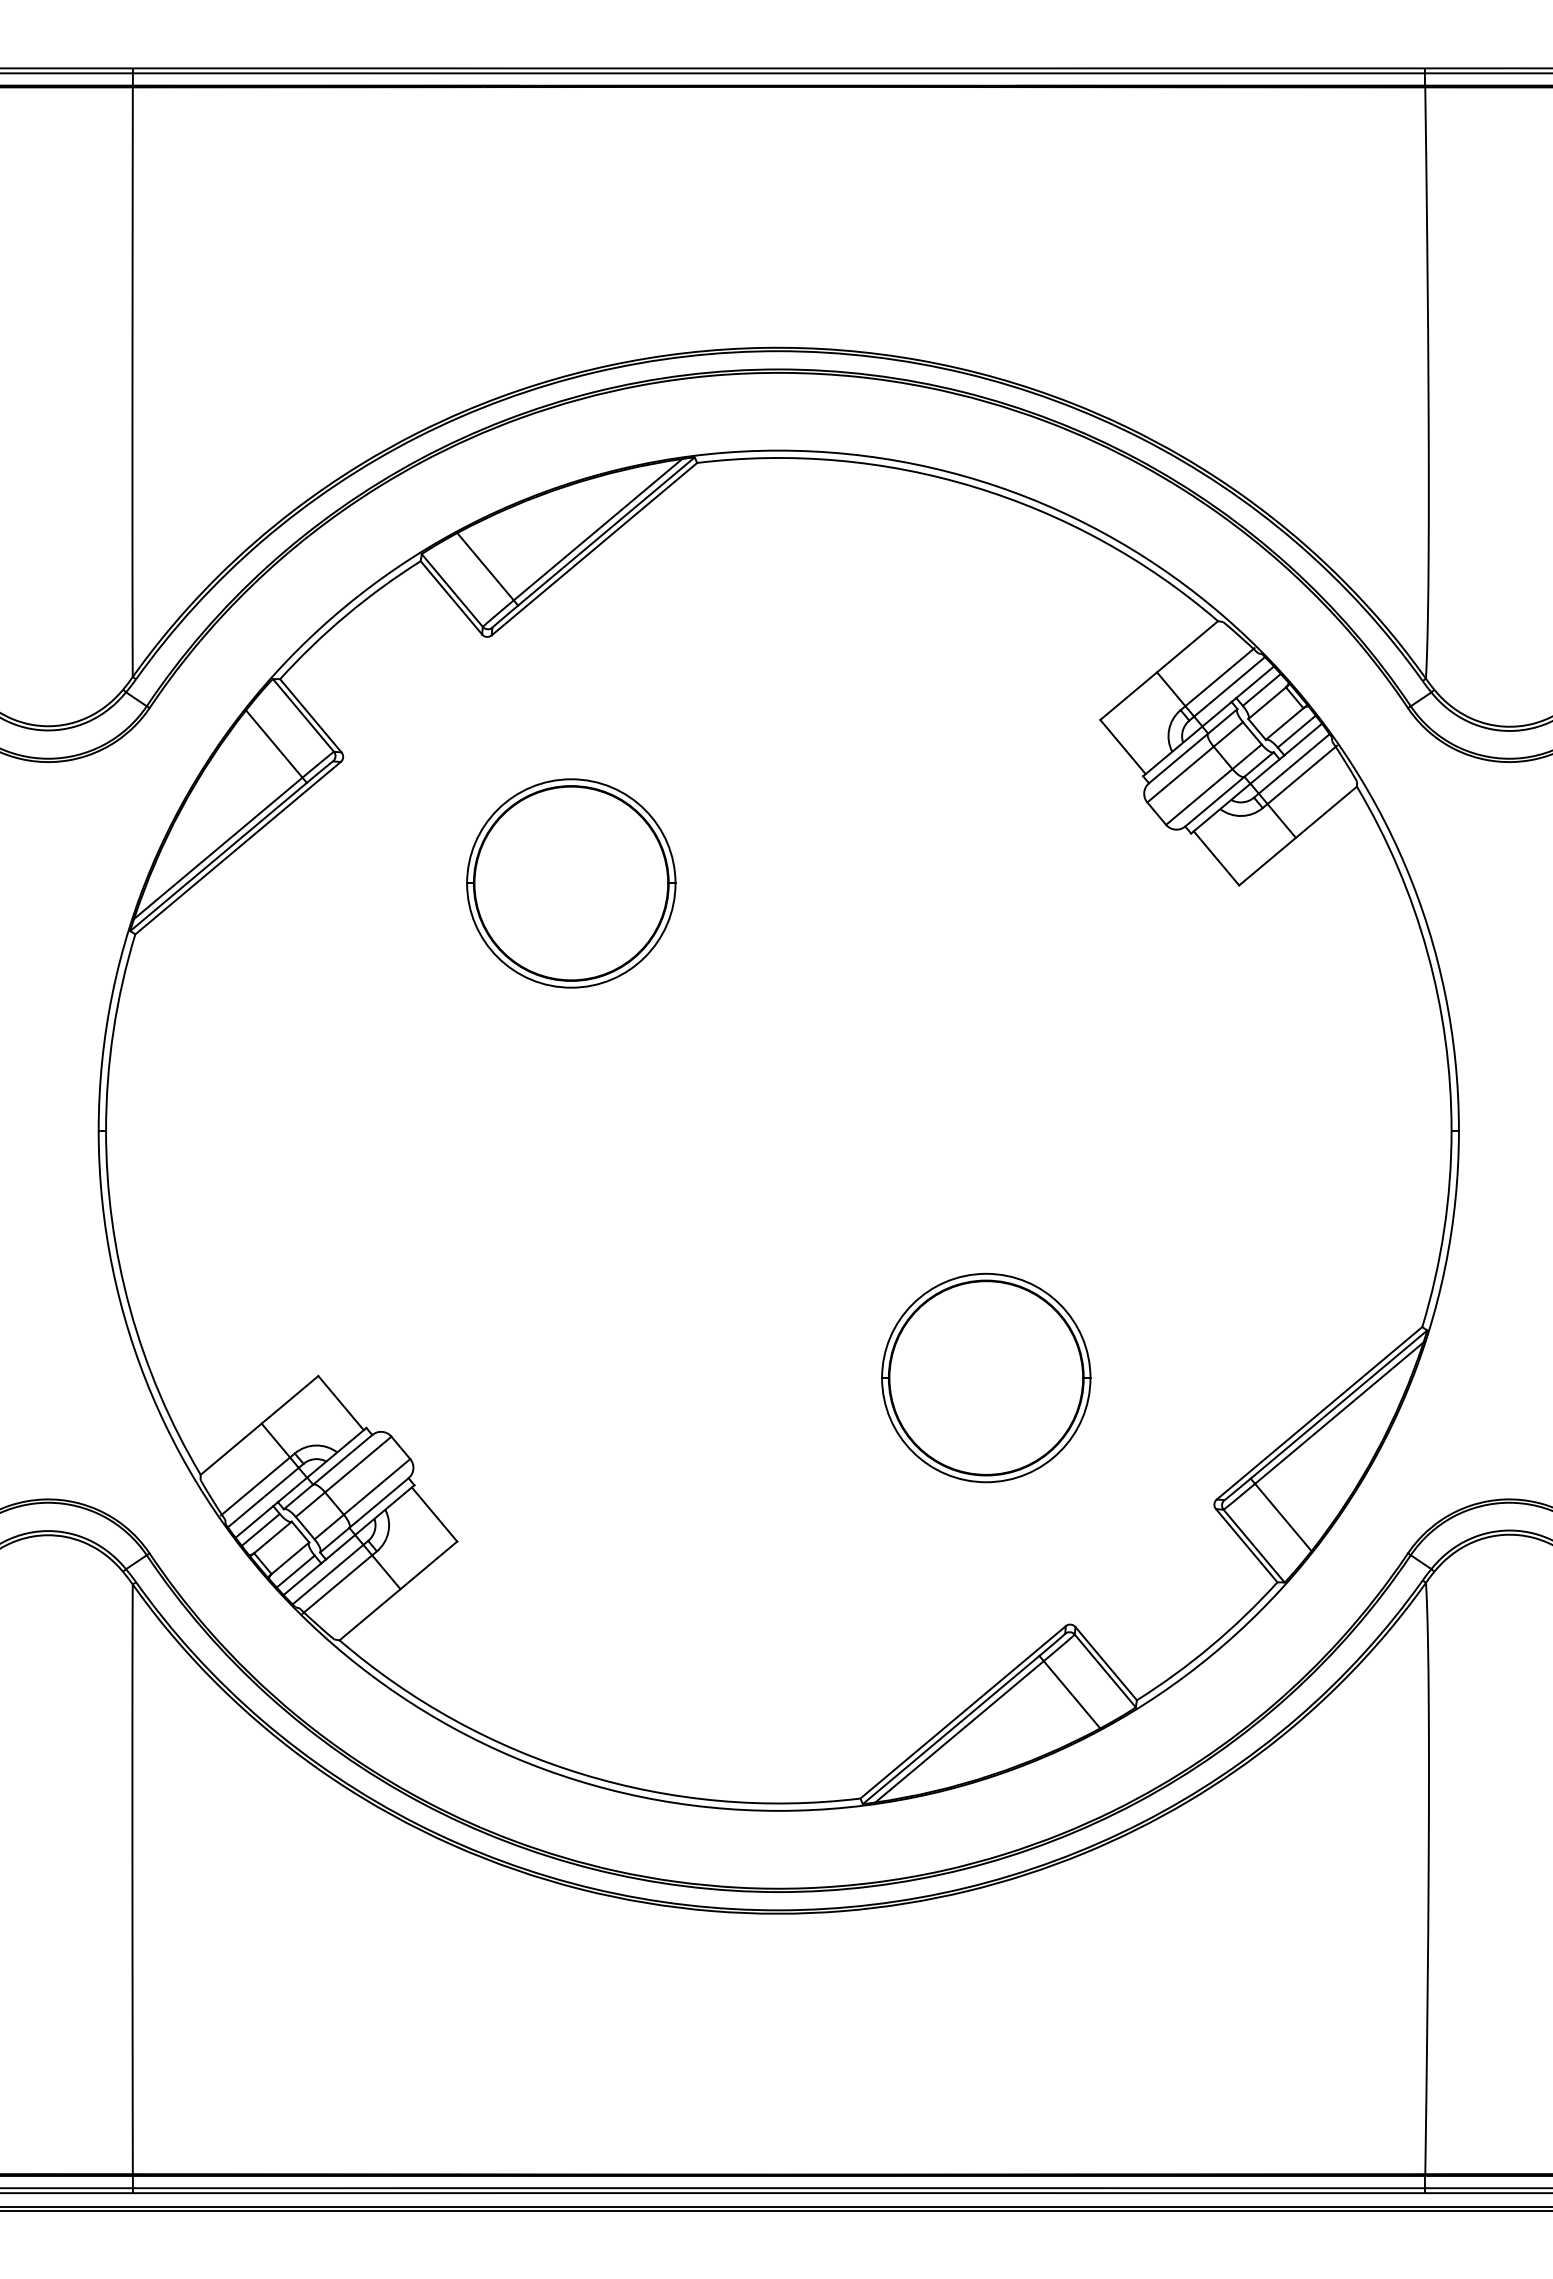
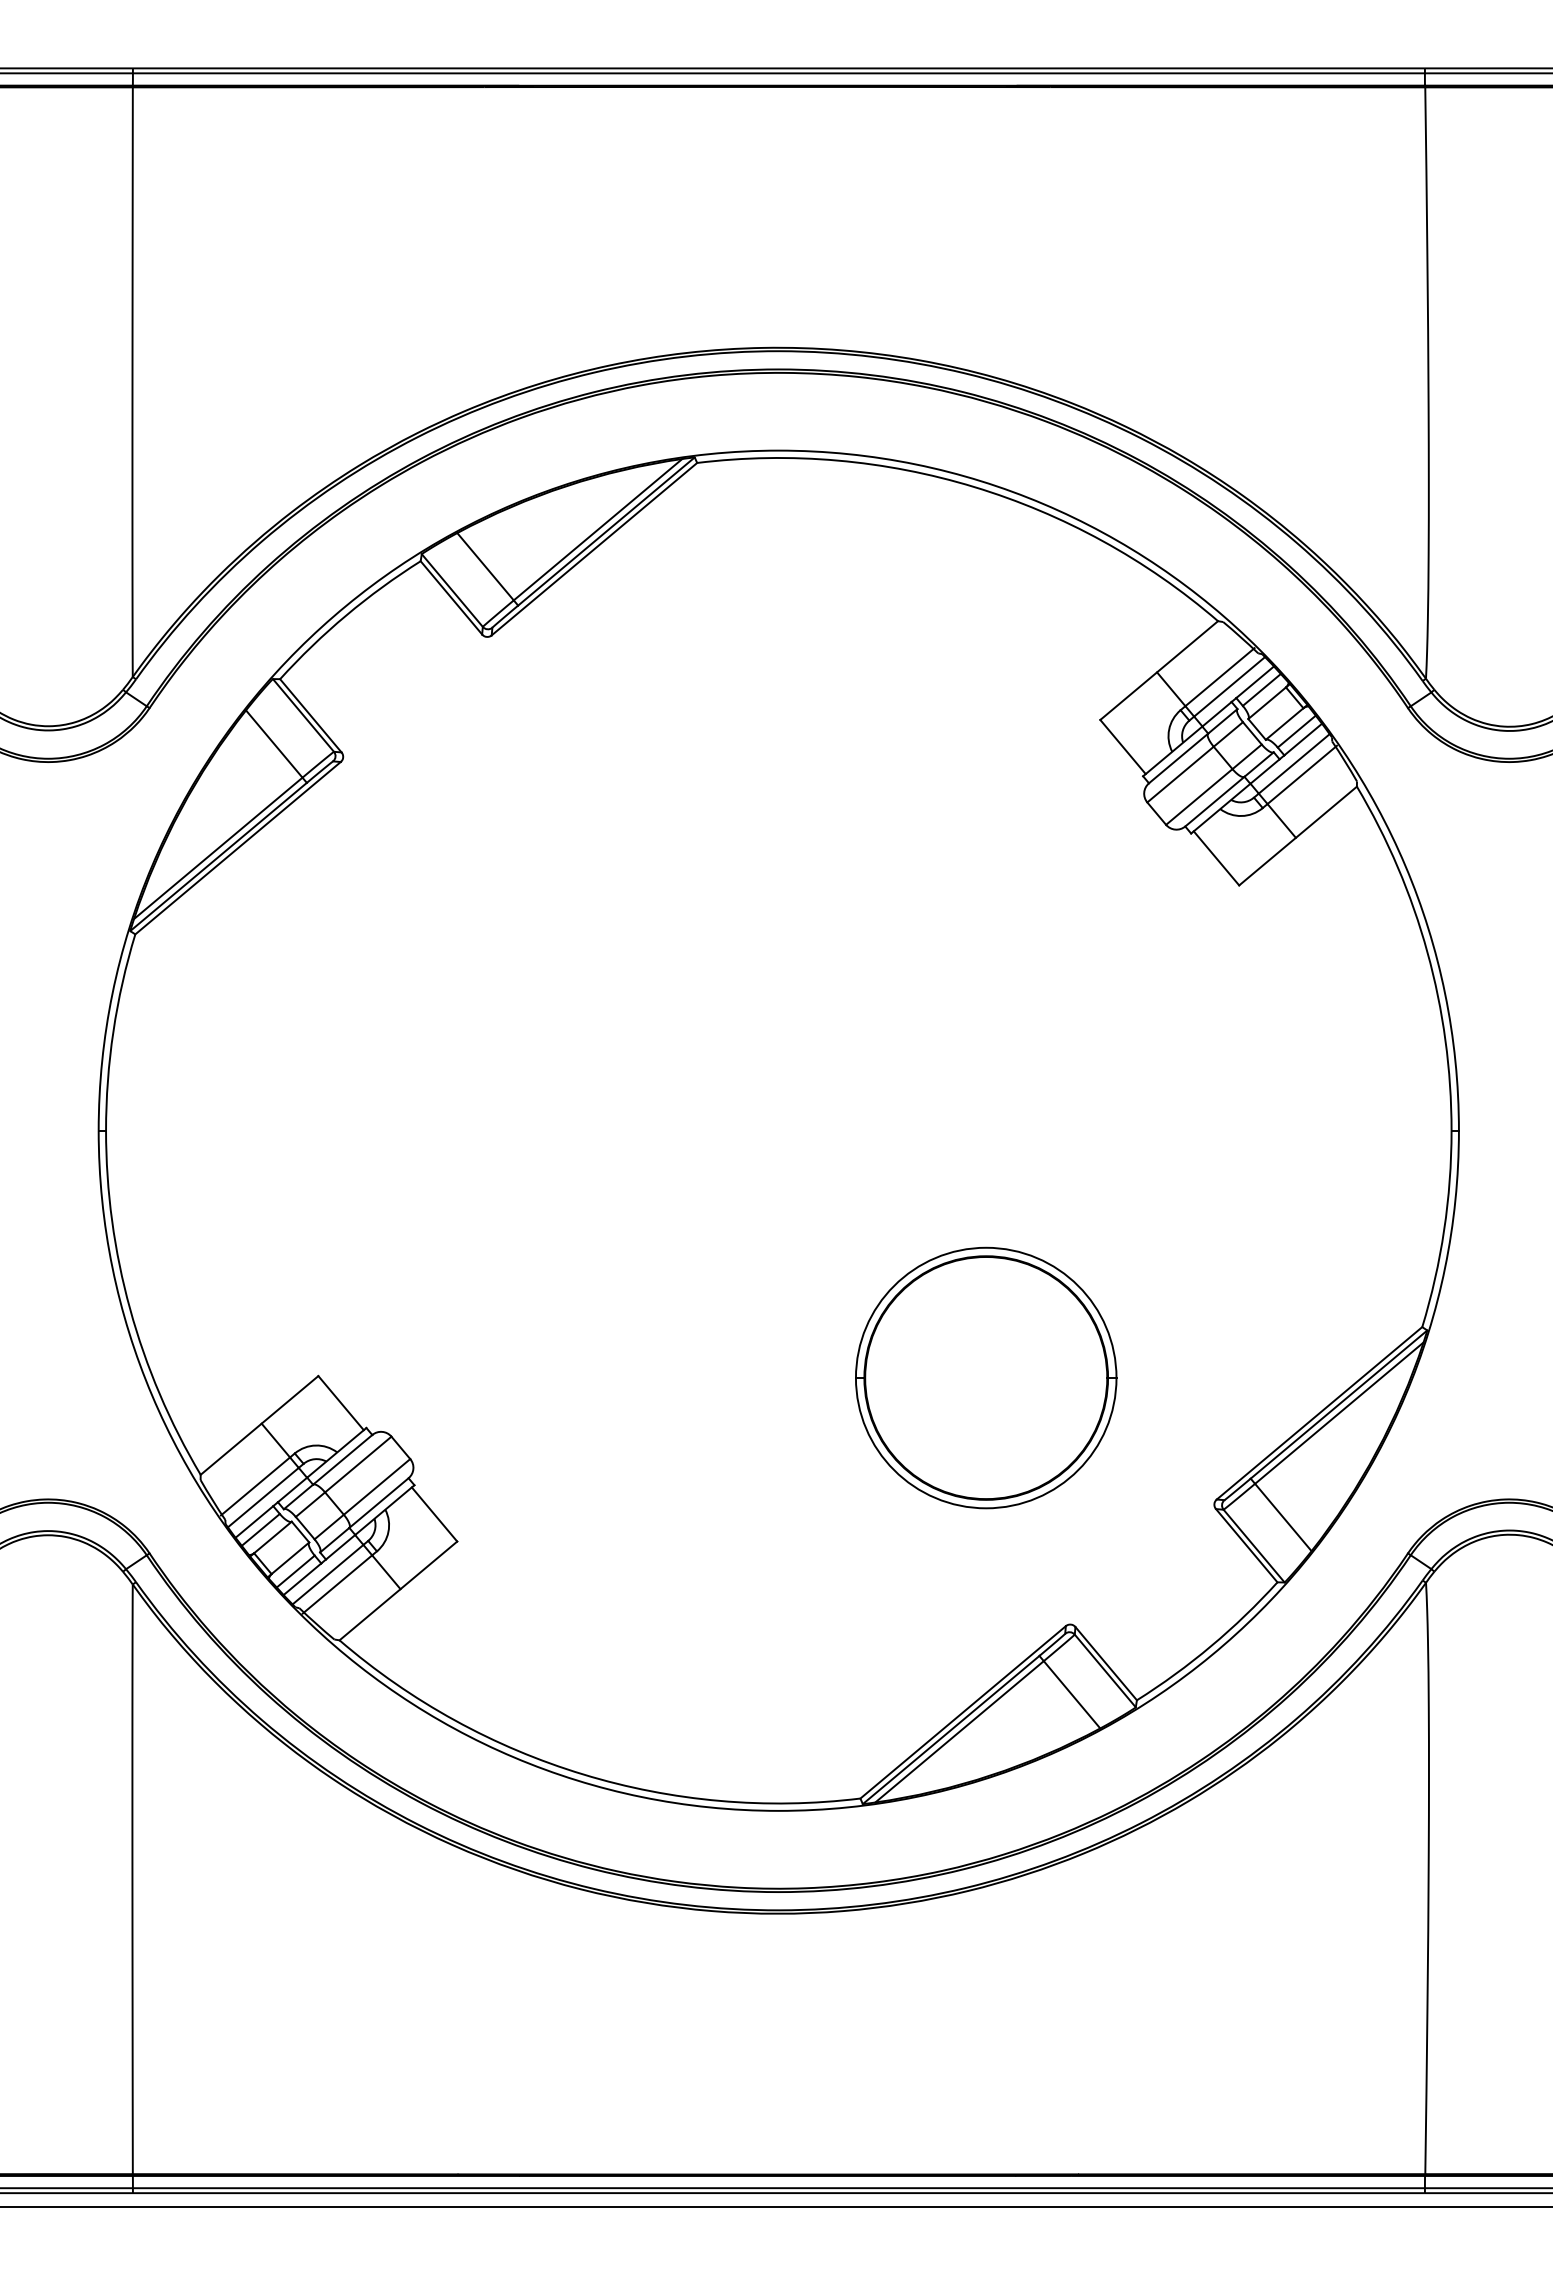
part at (571, 883): present -> none
part at (986, 1377) size: 211x212 px -> 263x264 px
line at (775, 2210): present -> none
